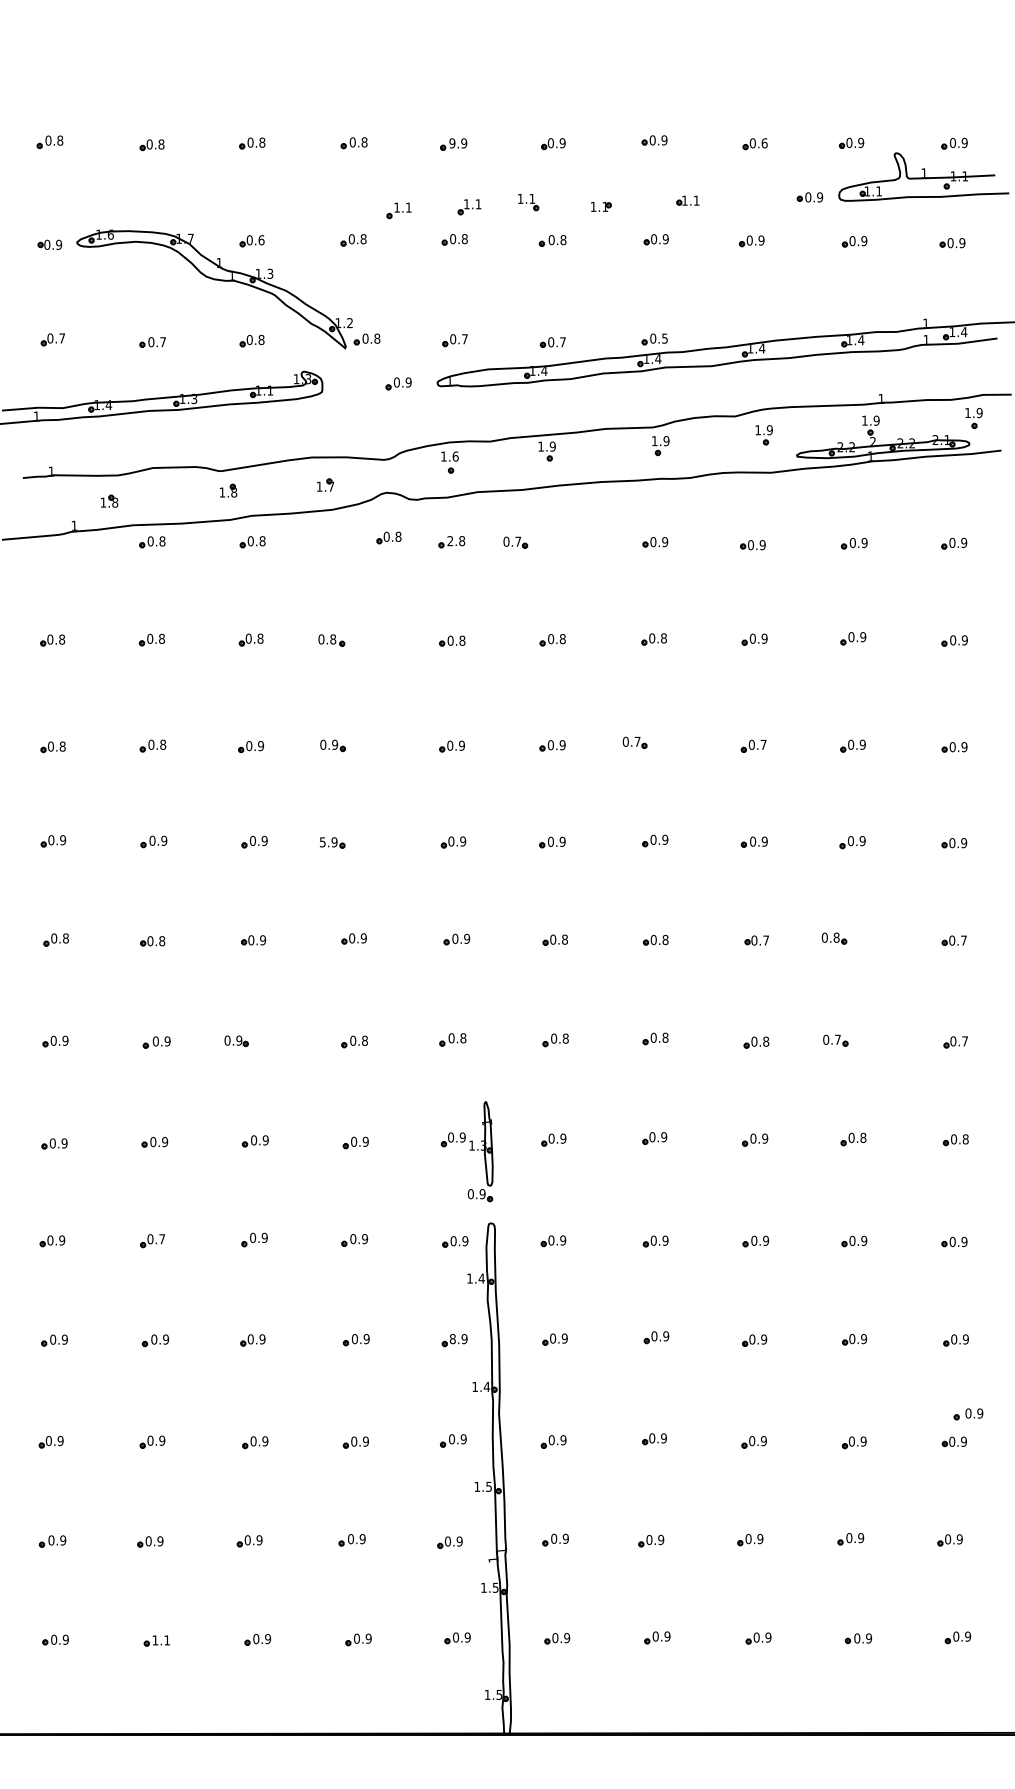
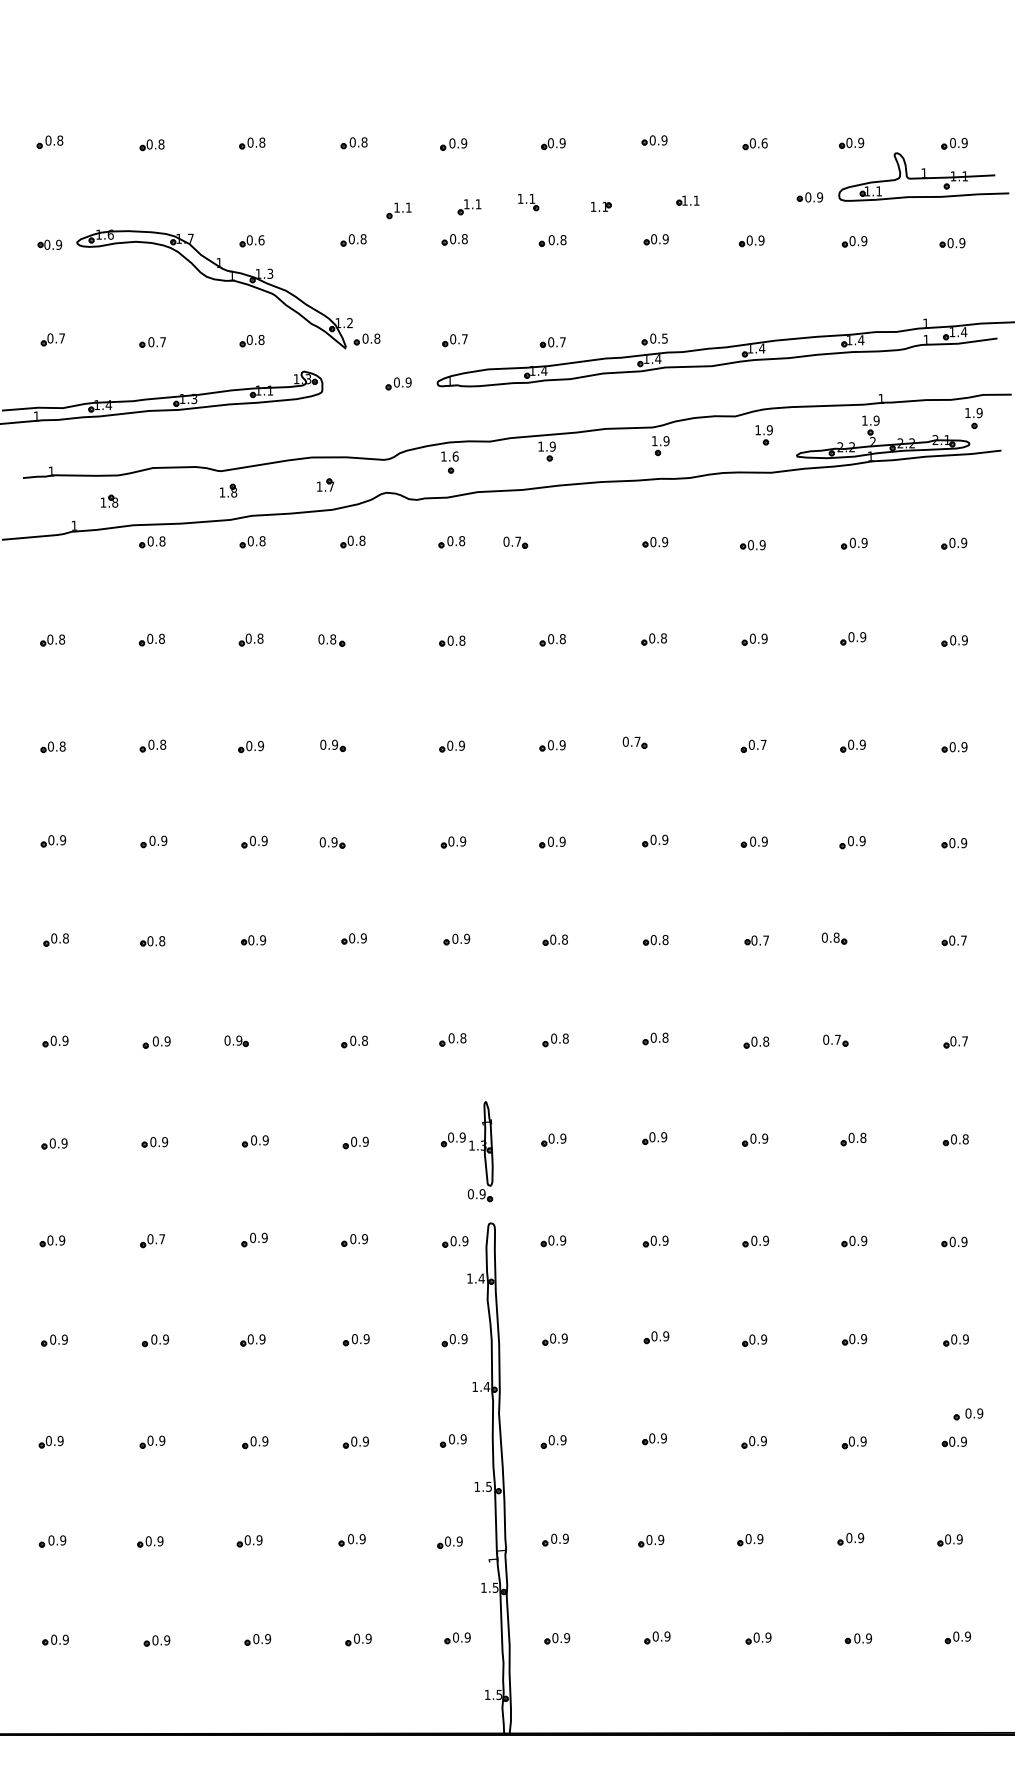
text at (452, 143): 9.9 -> 0.9
part at (388, 537) position: (388, 537) -> (352, 541)
text at (450, 541): 2.8 -> 0.8
text at (322, 842): 5.9 -> 0.9
text at (452, 1338): 8.9 -> 0.9
text at (161, 1640): 1.1 -> 0.9
